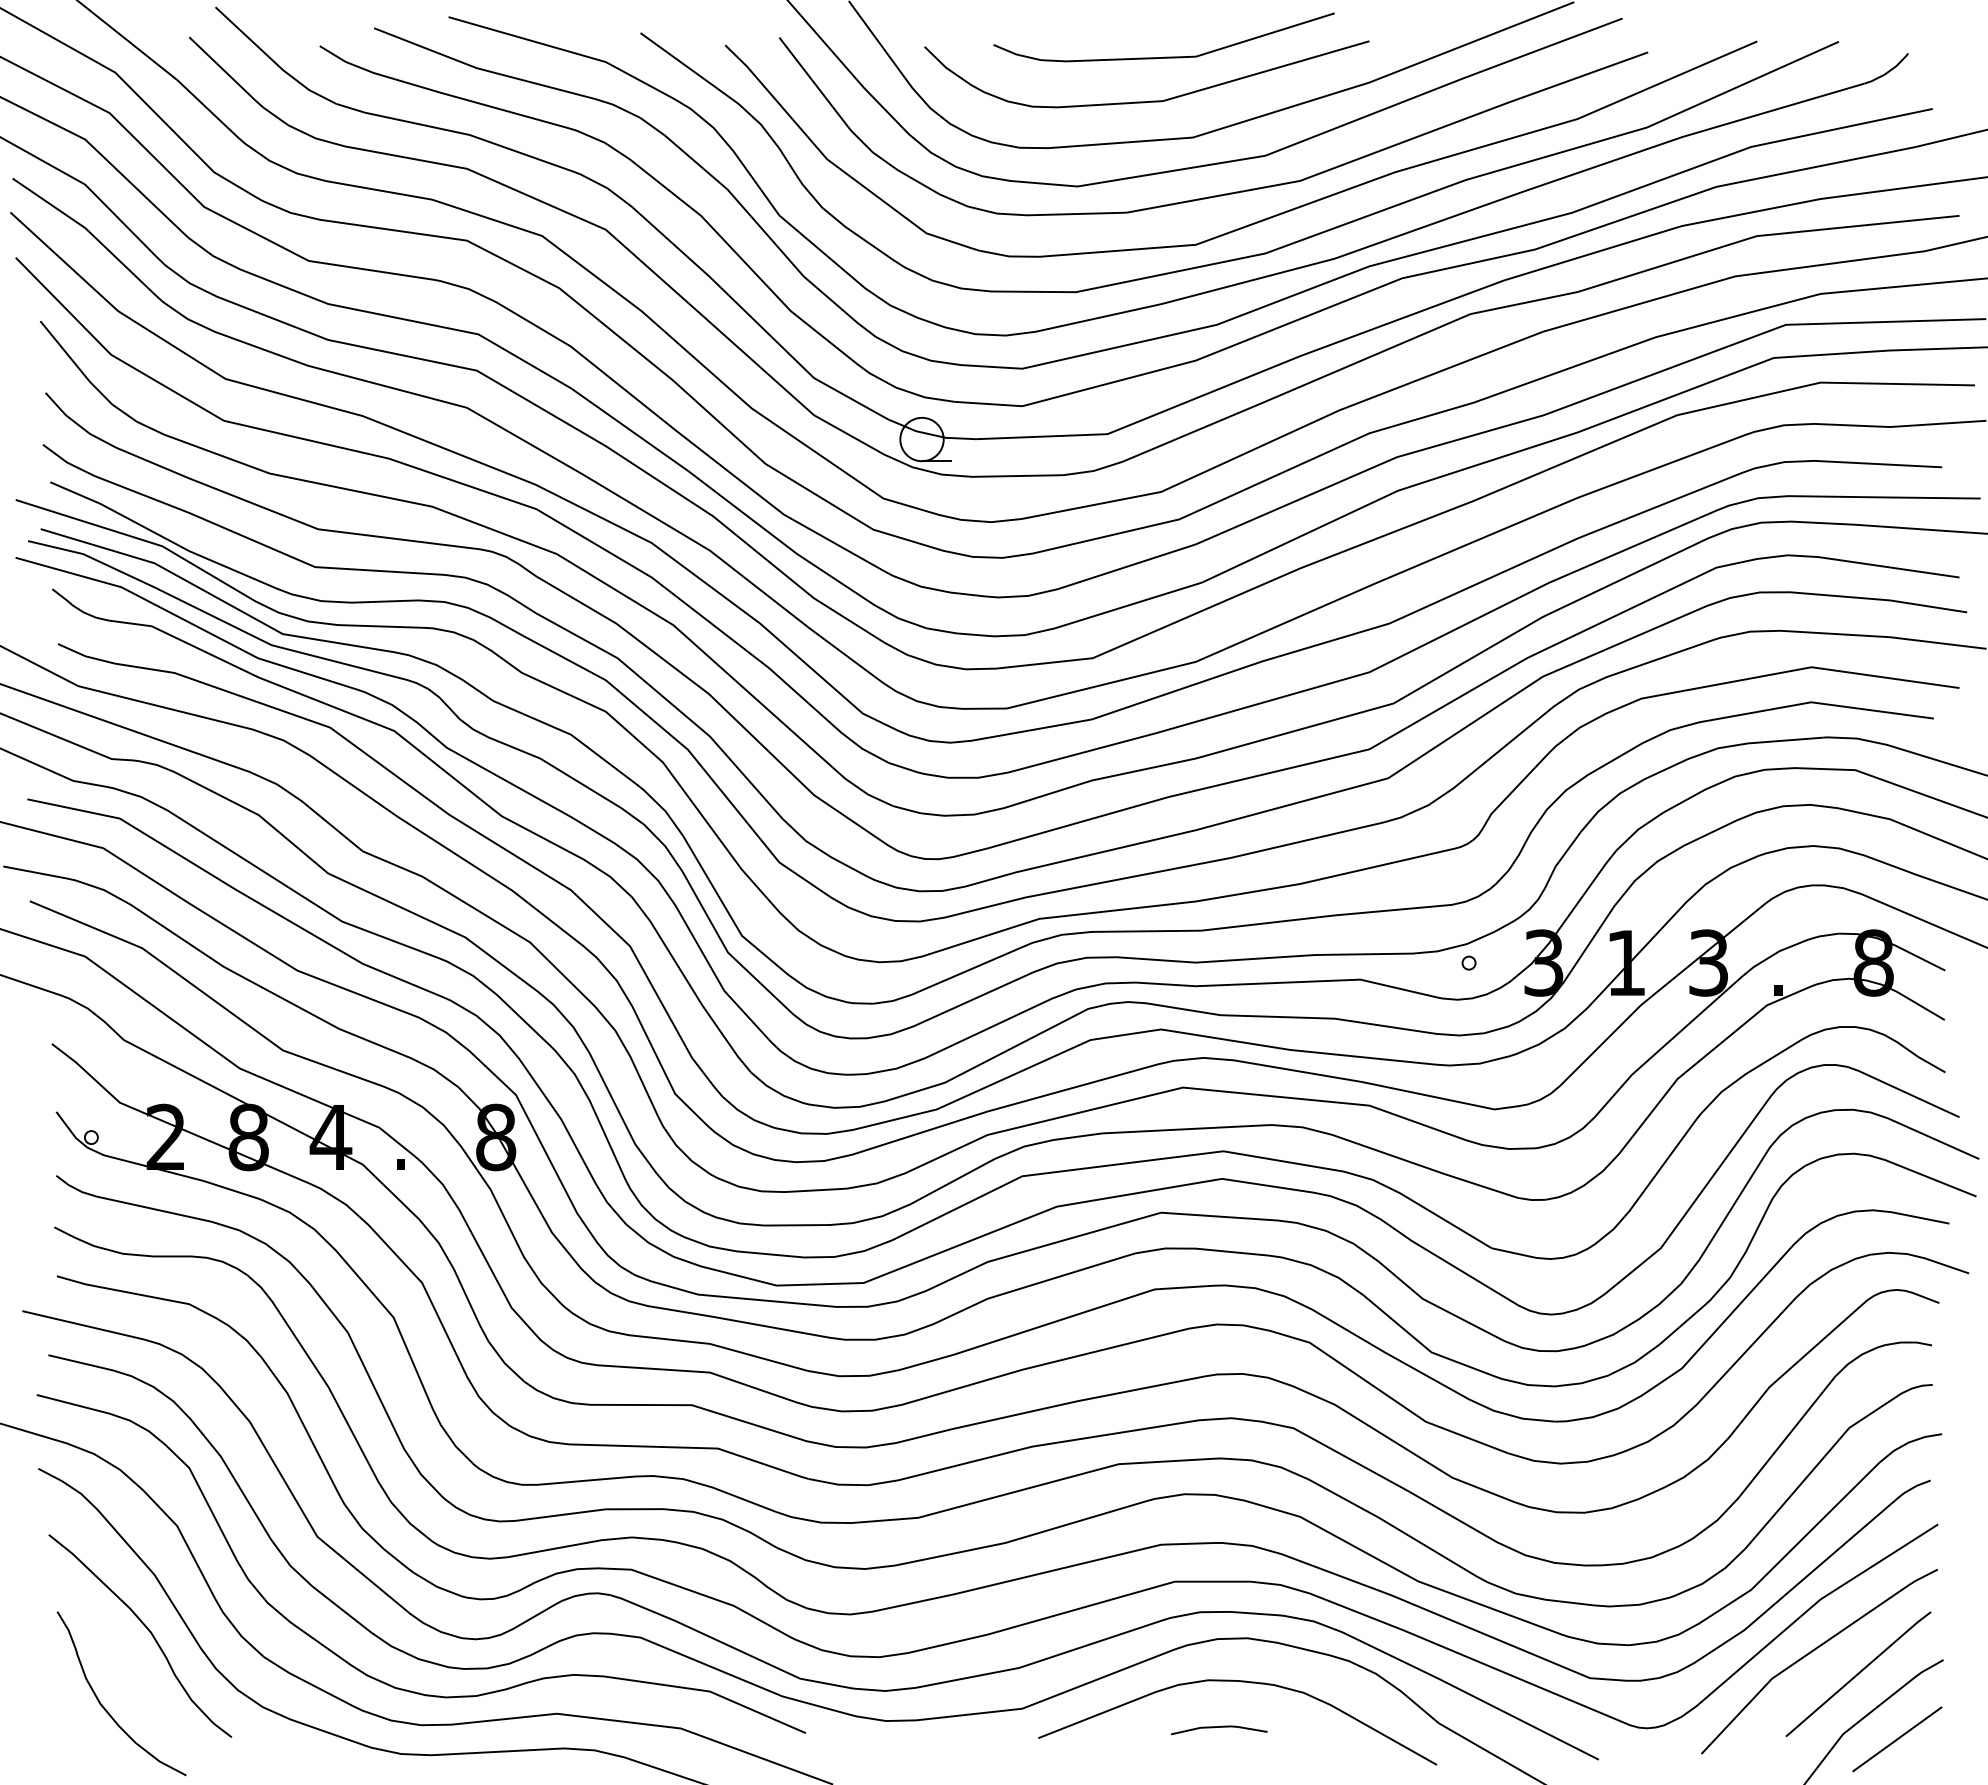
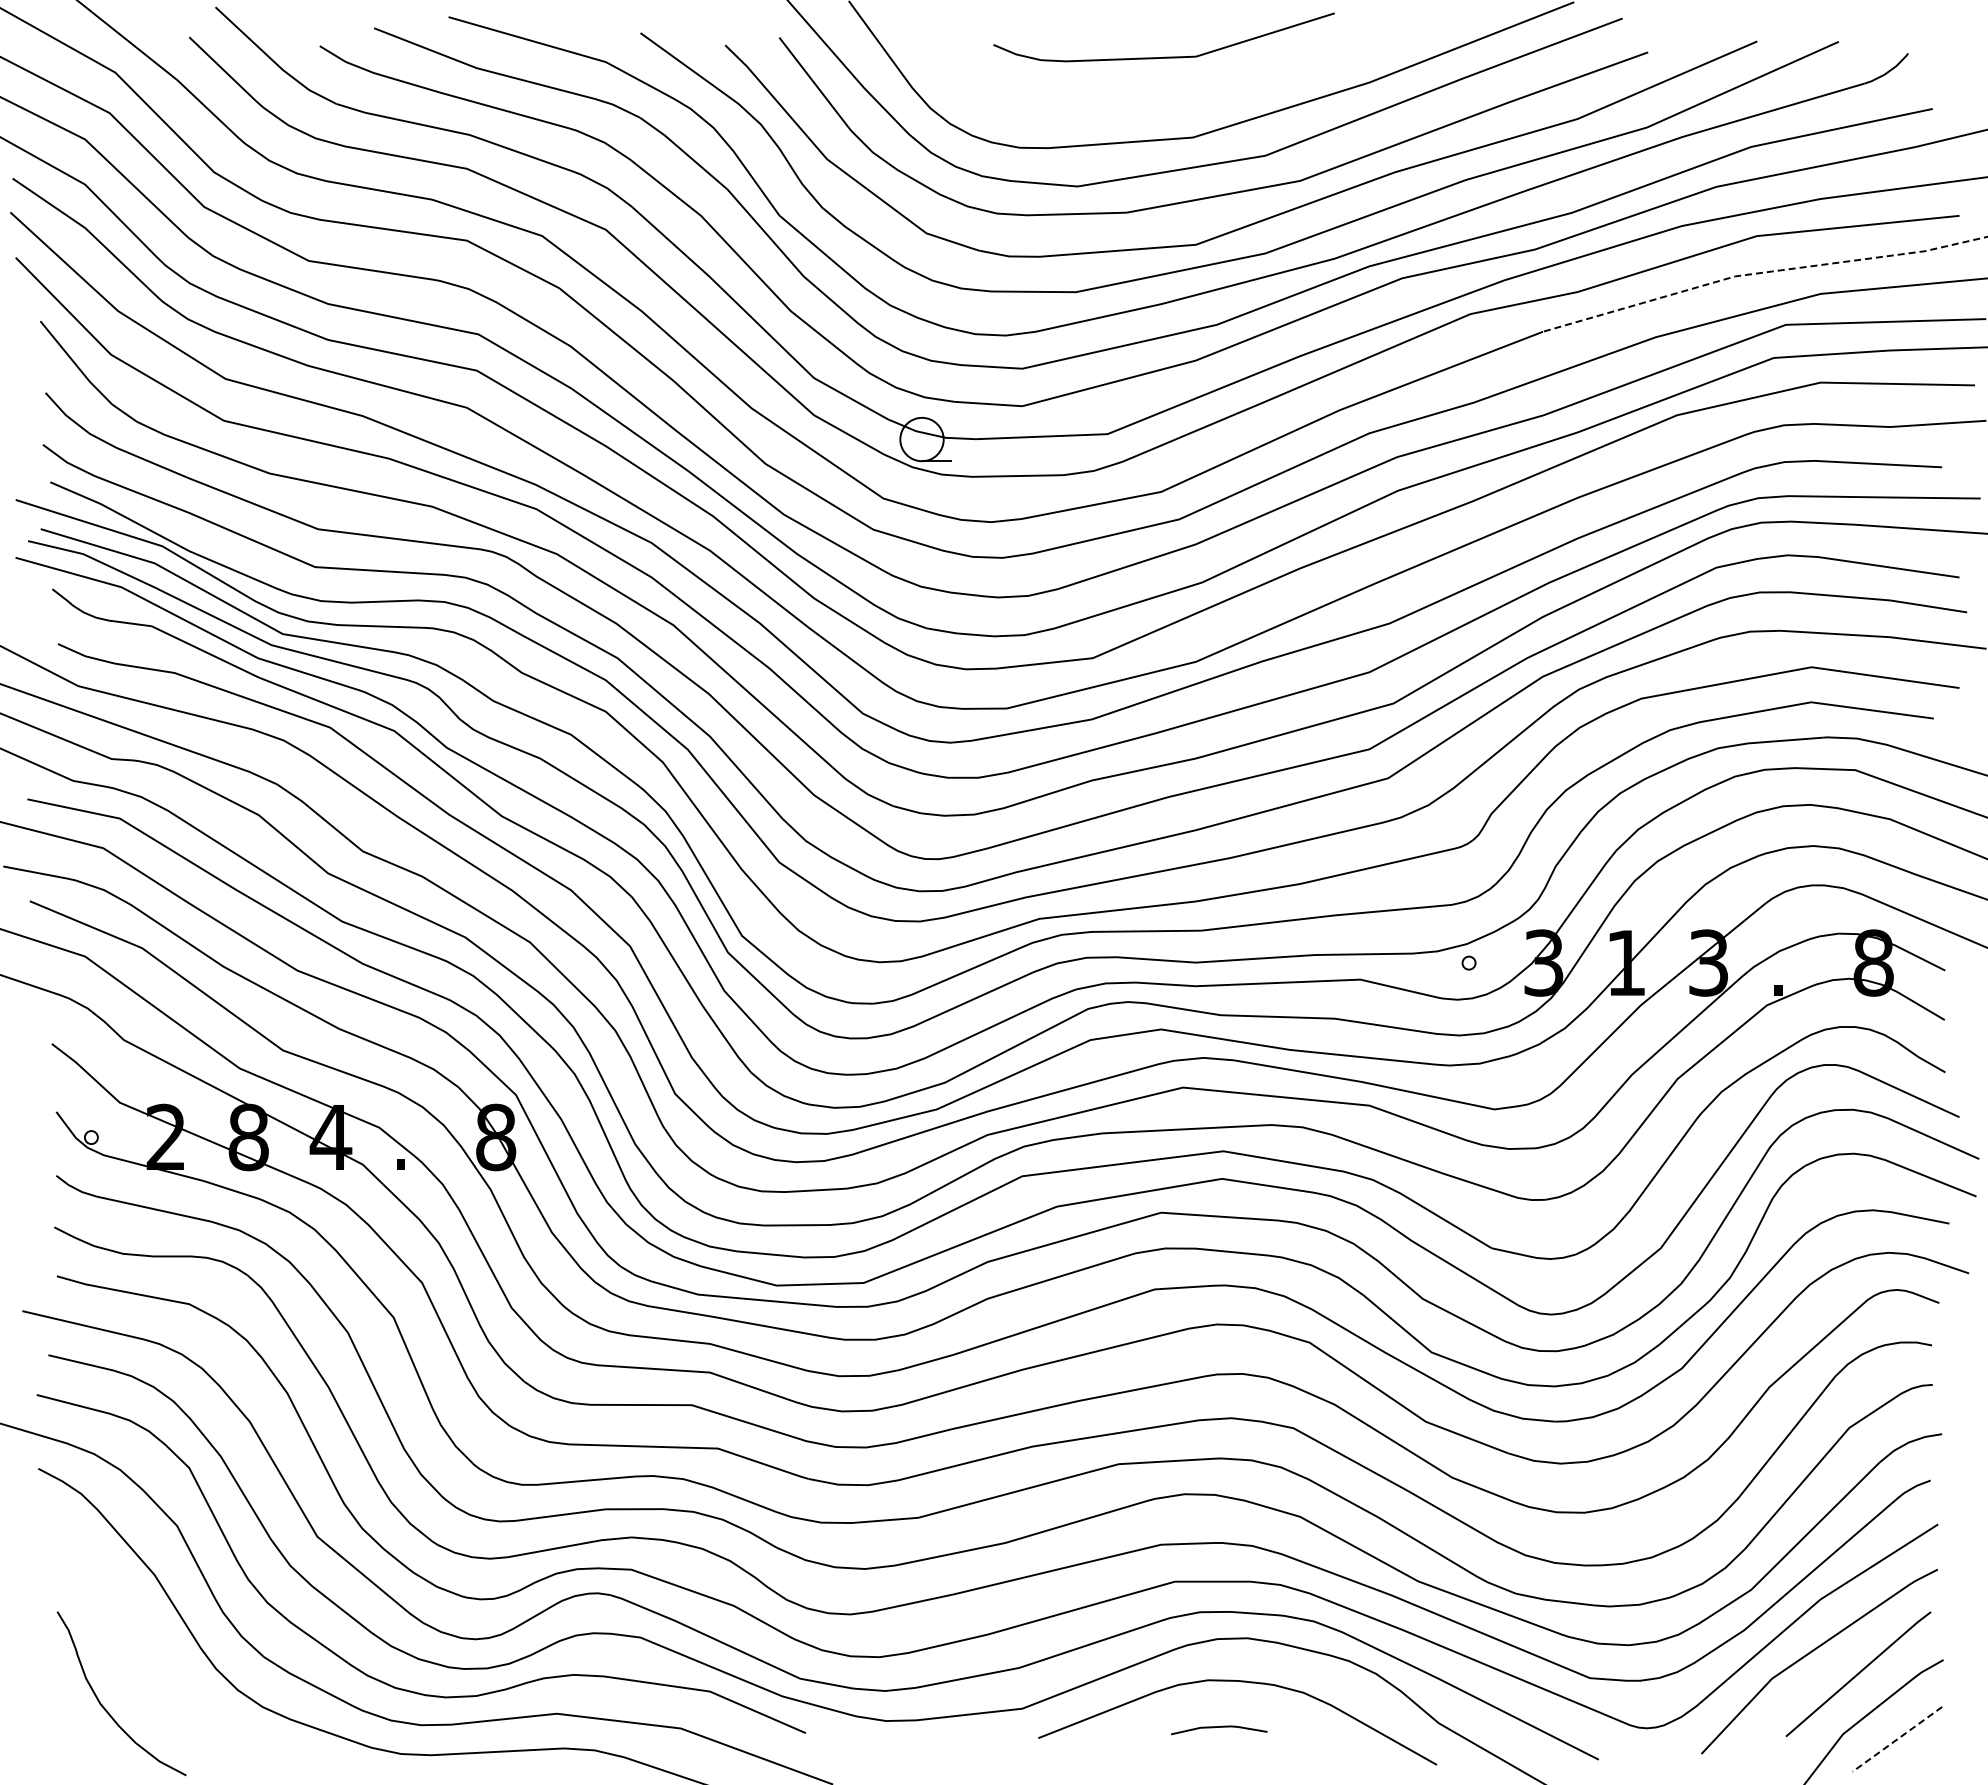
curve at (1151, 100): present -> none
line at (1761, 272): solid -> dashed
curve at (148, 1631): present -> none
line at (1896, 1739): solid -> dashed
